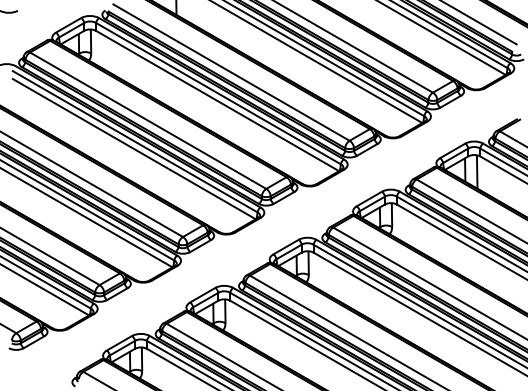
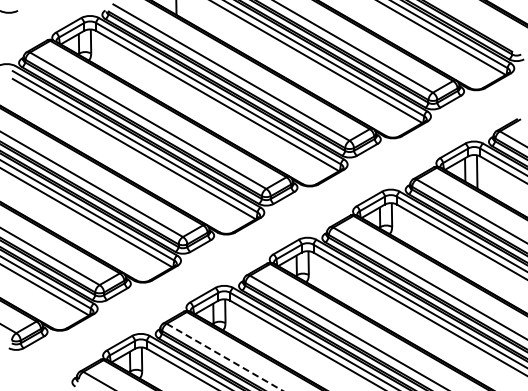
line at (479, 23): present -> none
line at (224, 357): solid -> dashed
